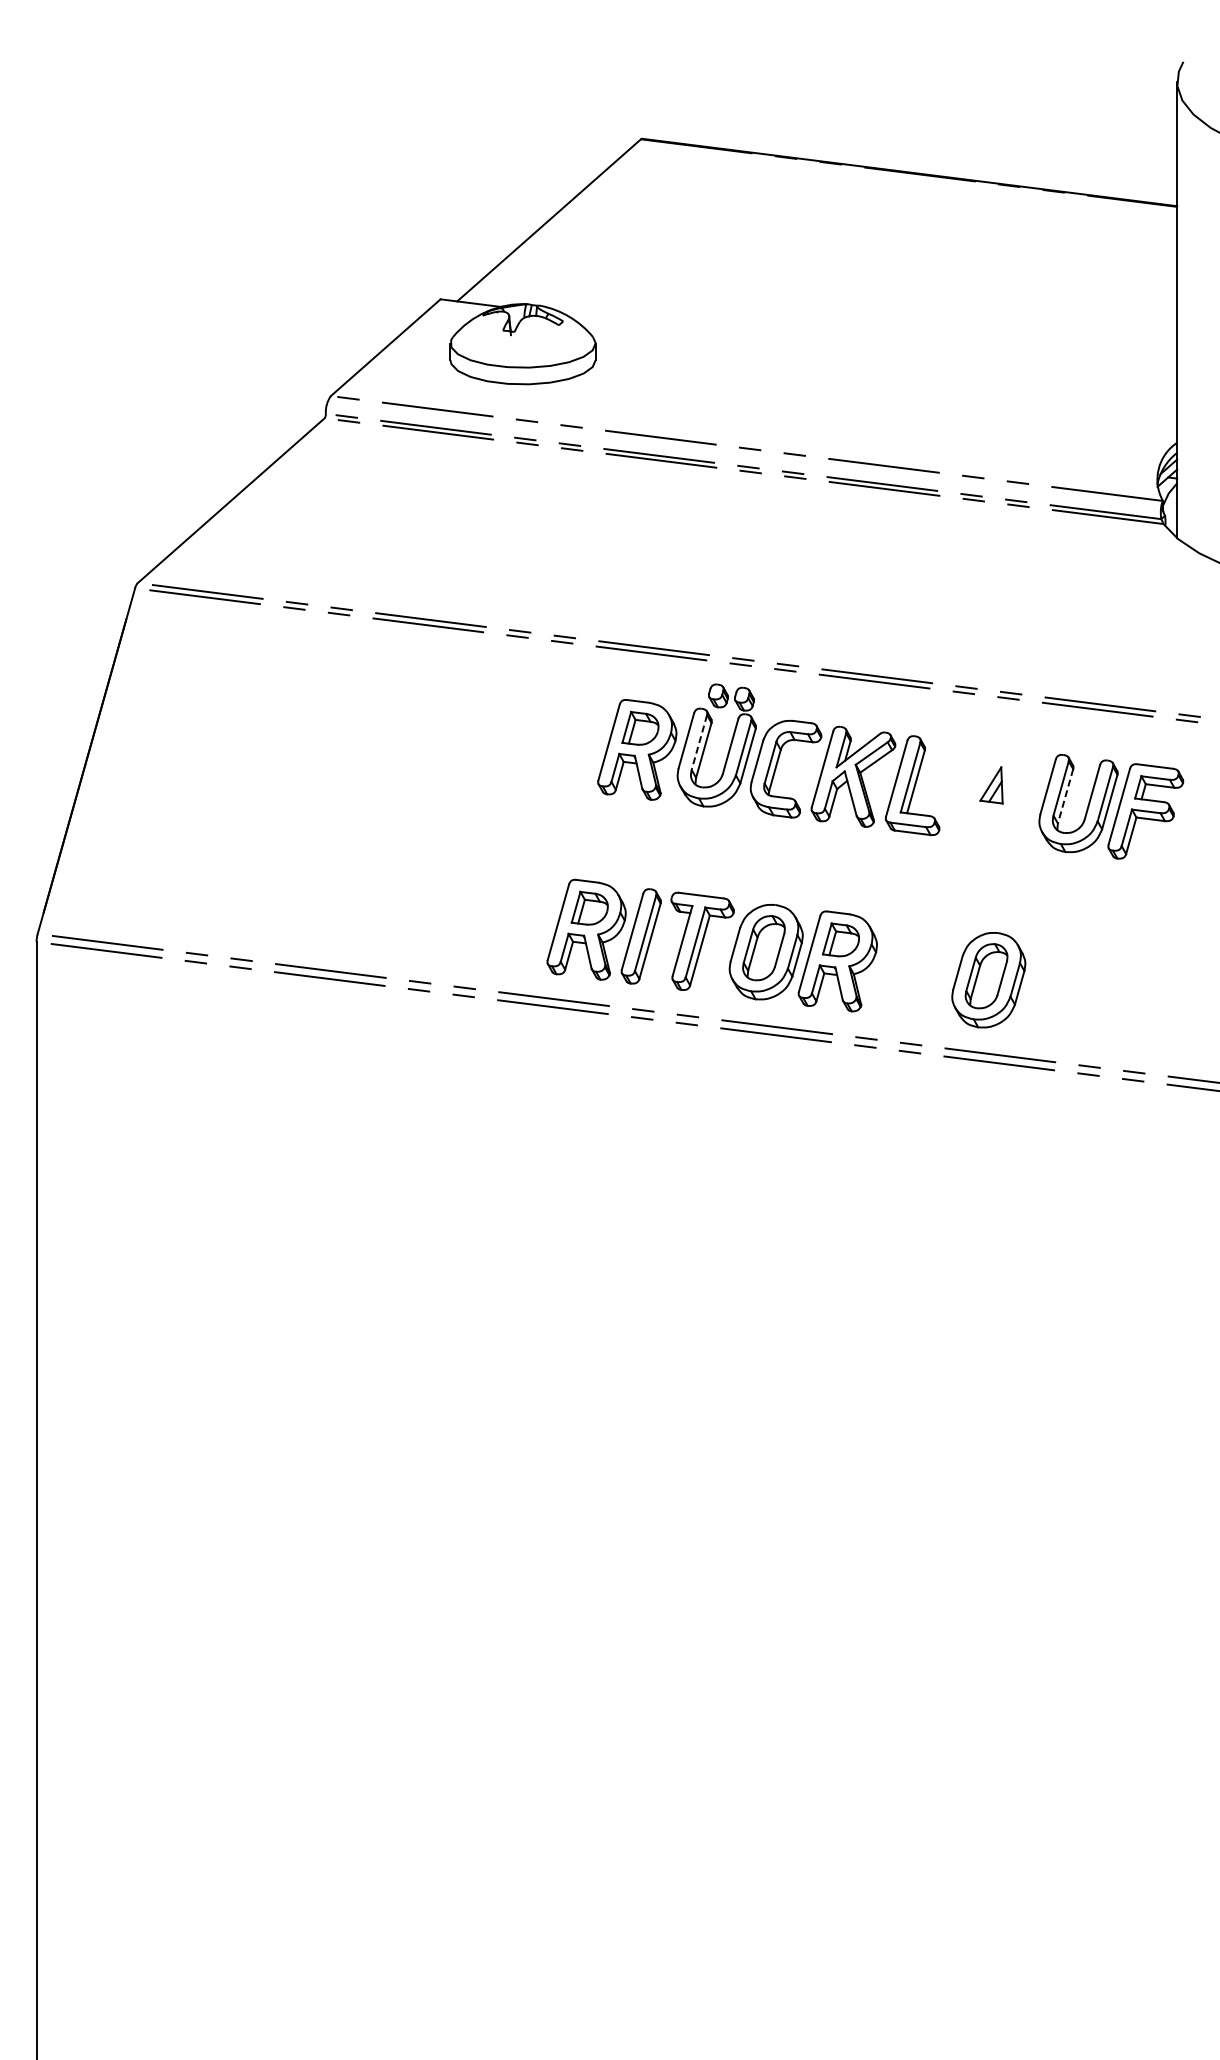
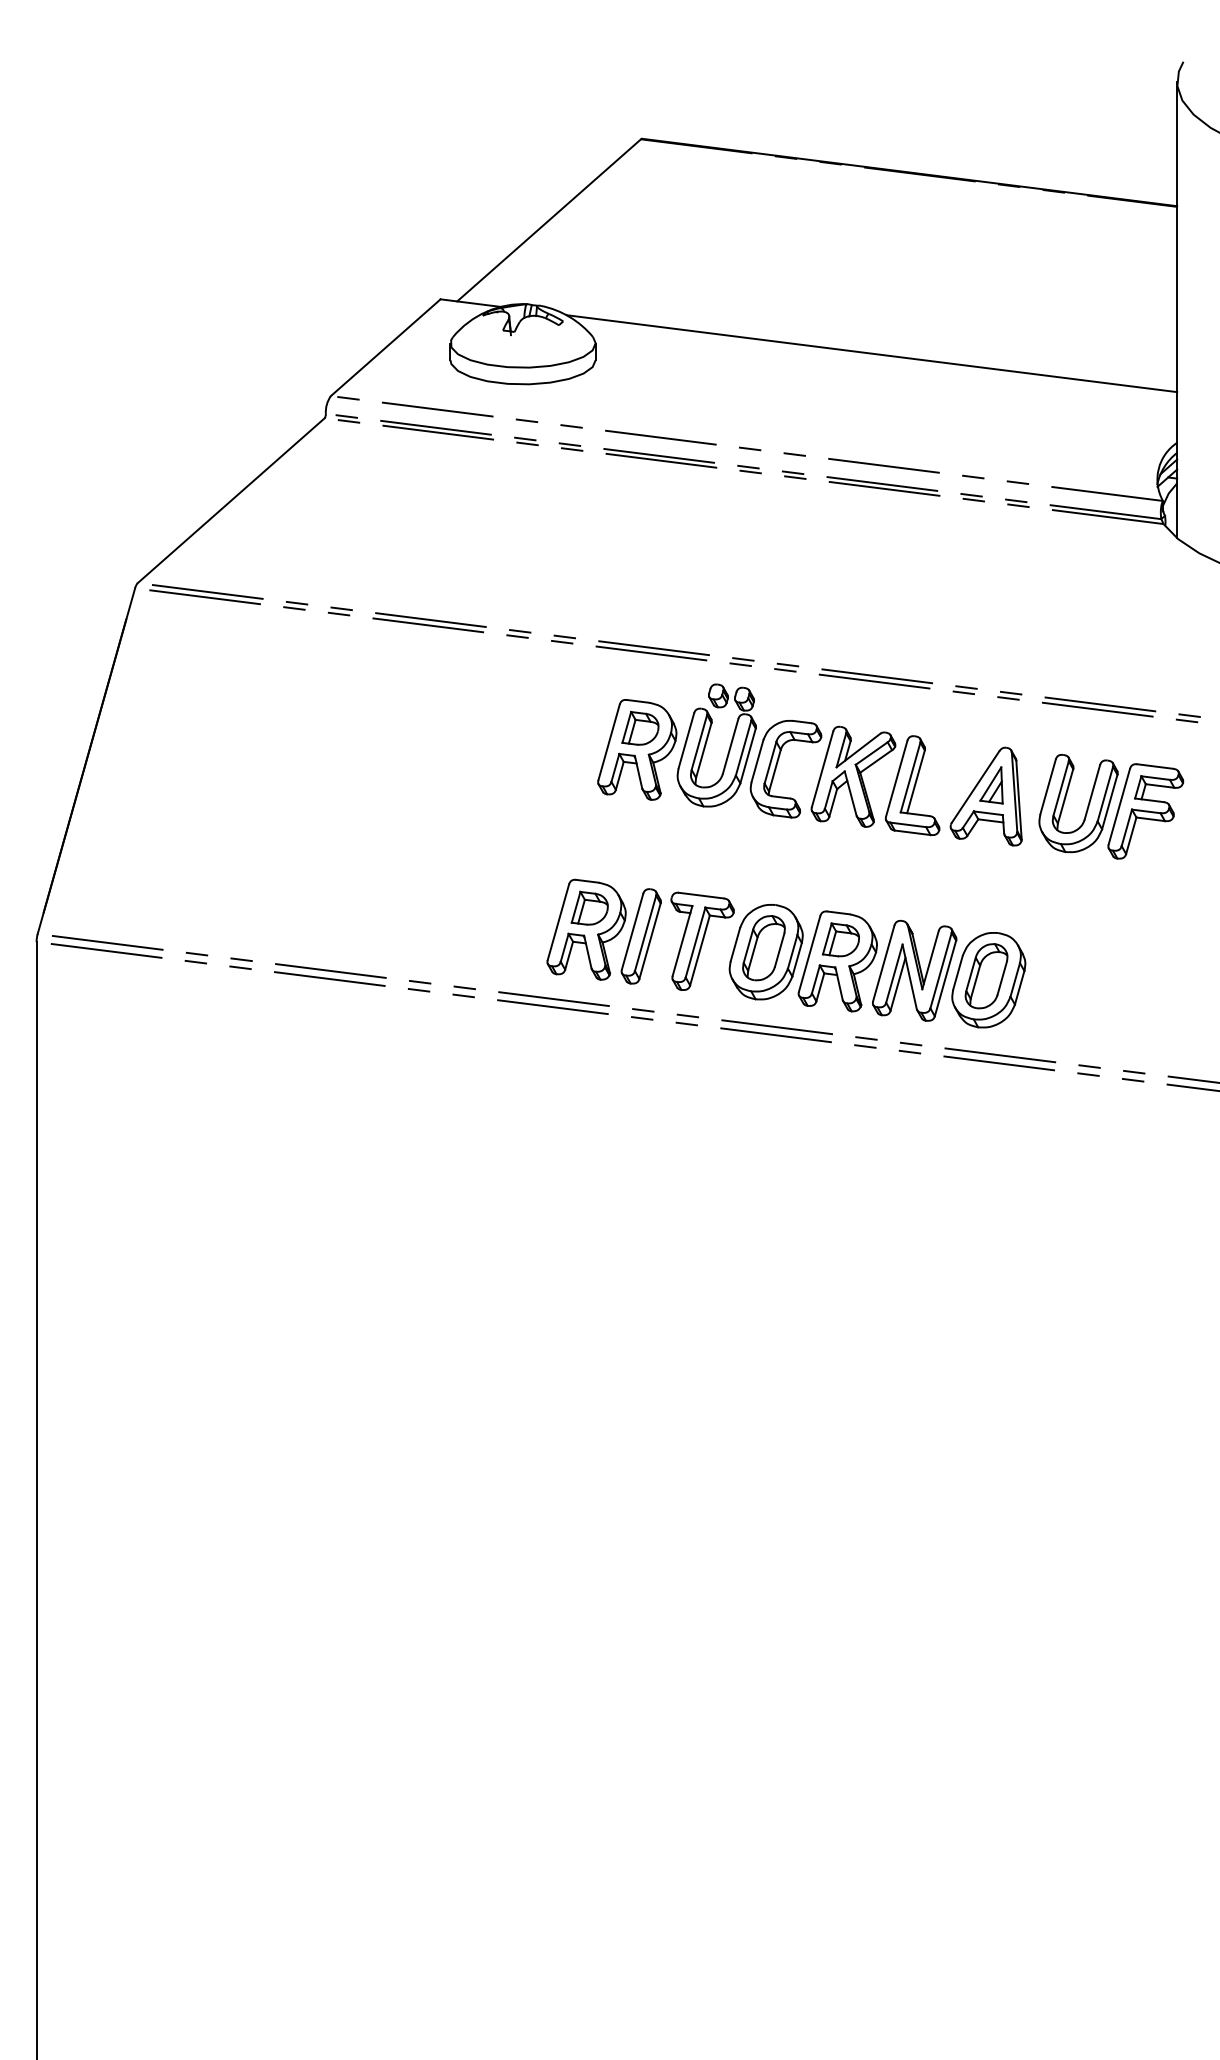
line at (871, 353): none -> present
line at (699, 742): dashed -> solid
part at (985, 796): none -> present
line at (1065, 796): dashed -> solid
part at (914, 970): none -> present
